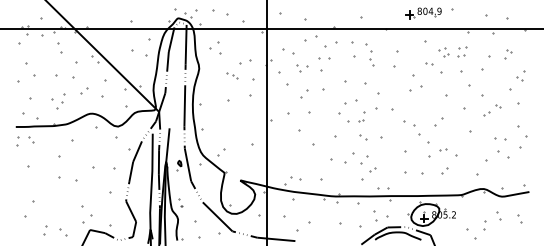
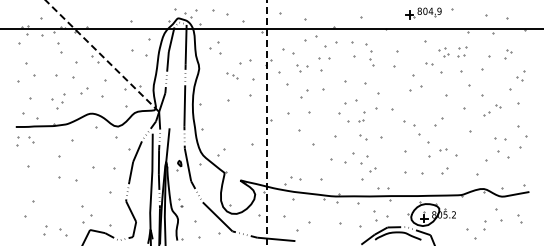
line at (102, 56): solid -> dashed
line at (266, 122): solid -> dashed
part at (498, 215) size: 6x10 px -> 8x14 px
